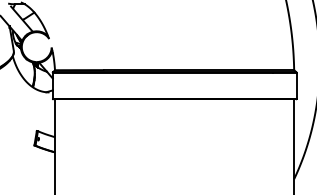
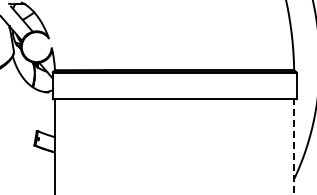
line at (294, 146): solid -> dashed
